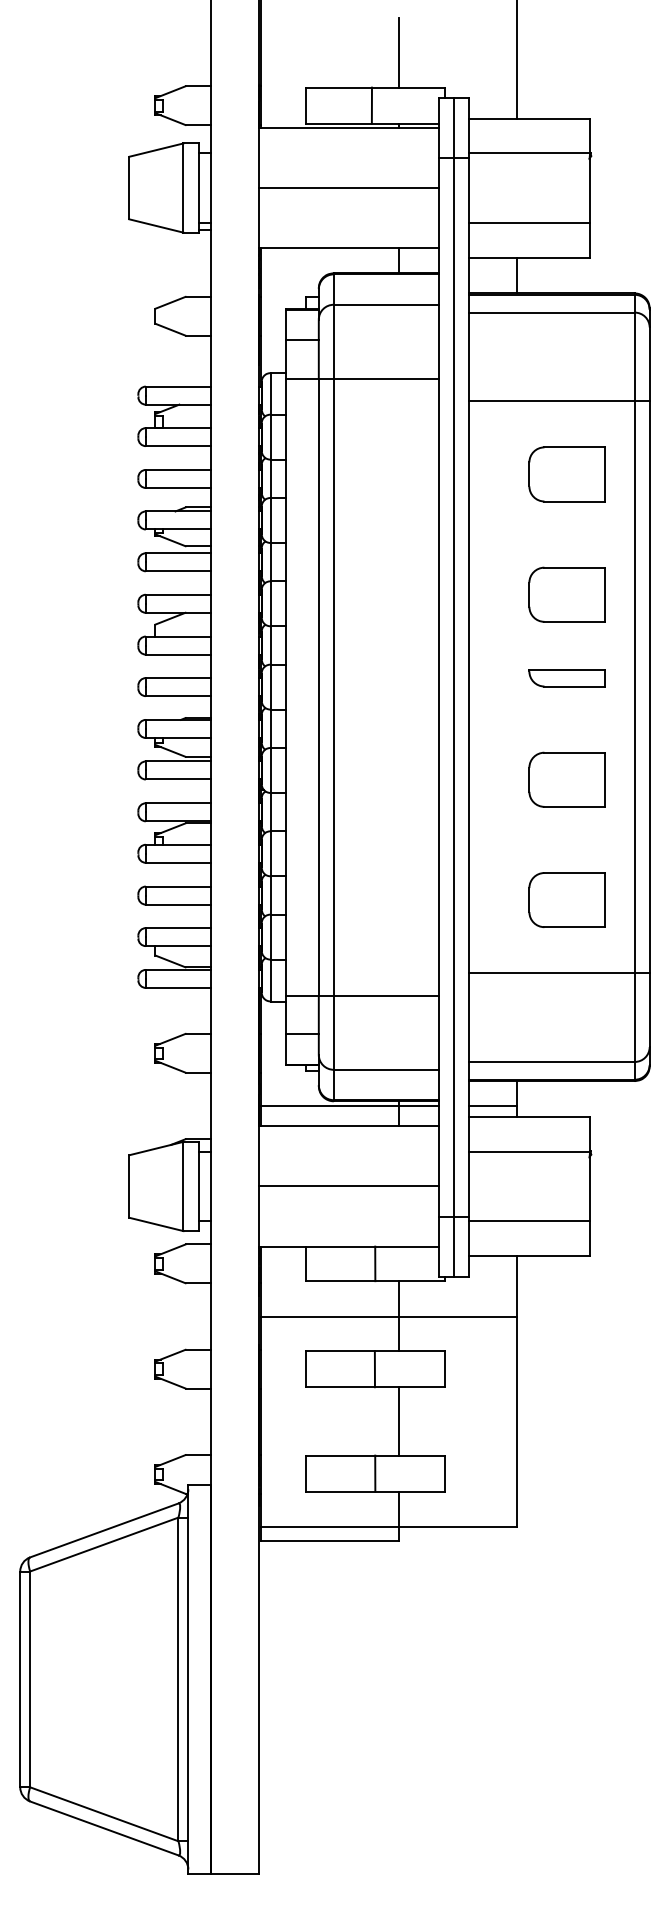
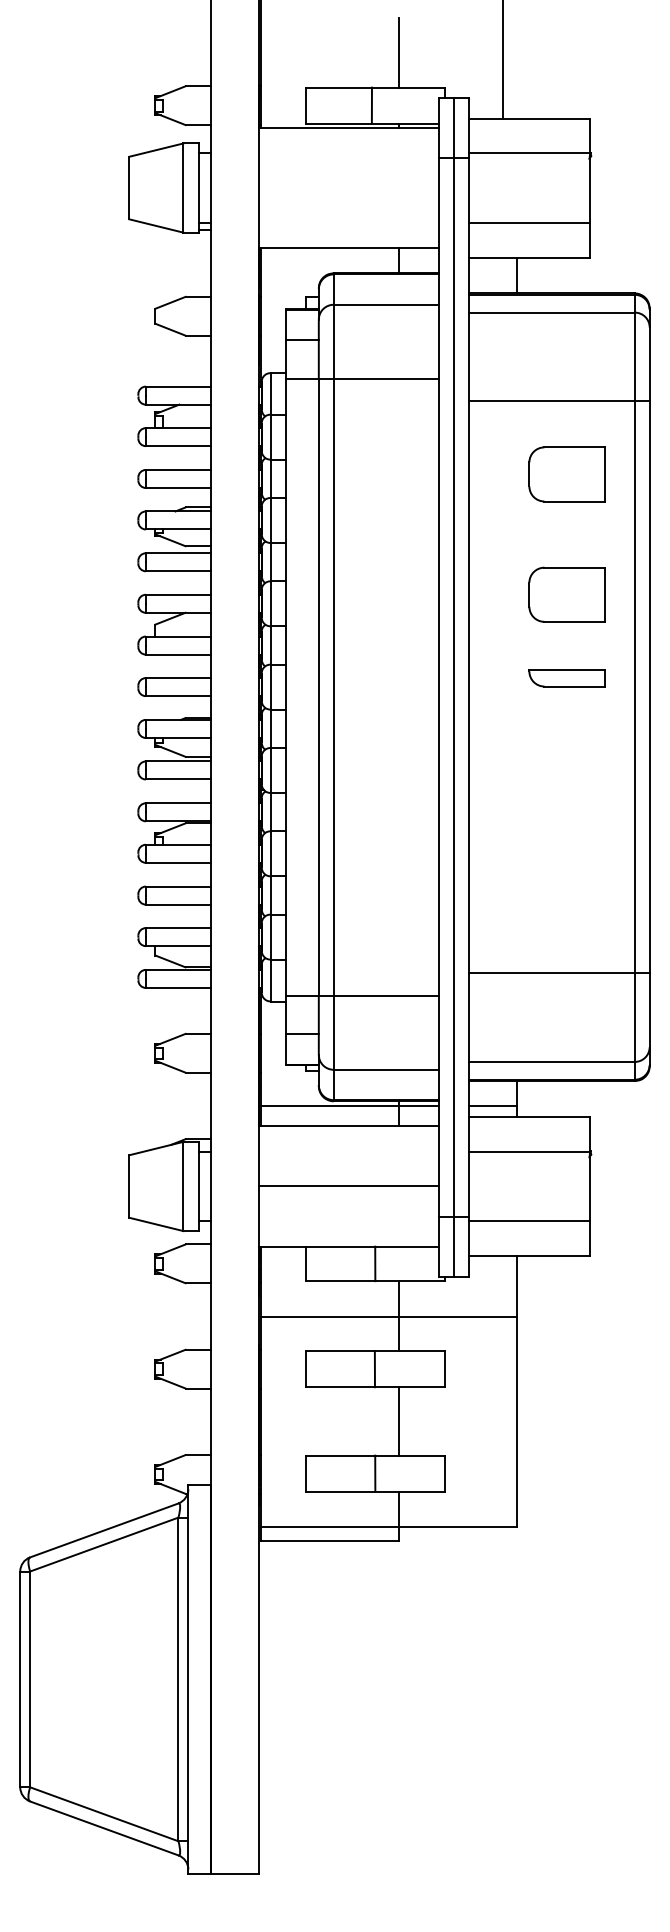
line at (516, 60) position: (516, 60) -> (502, 60)
line at (348, 188): present -> none
part at (566, 779): present -> none
part at (566, 899): present -> none
